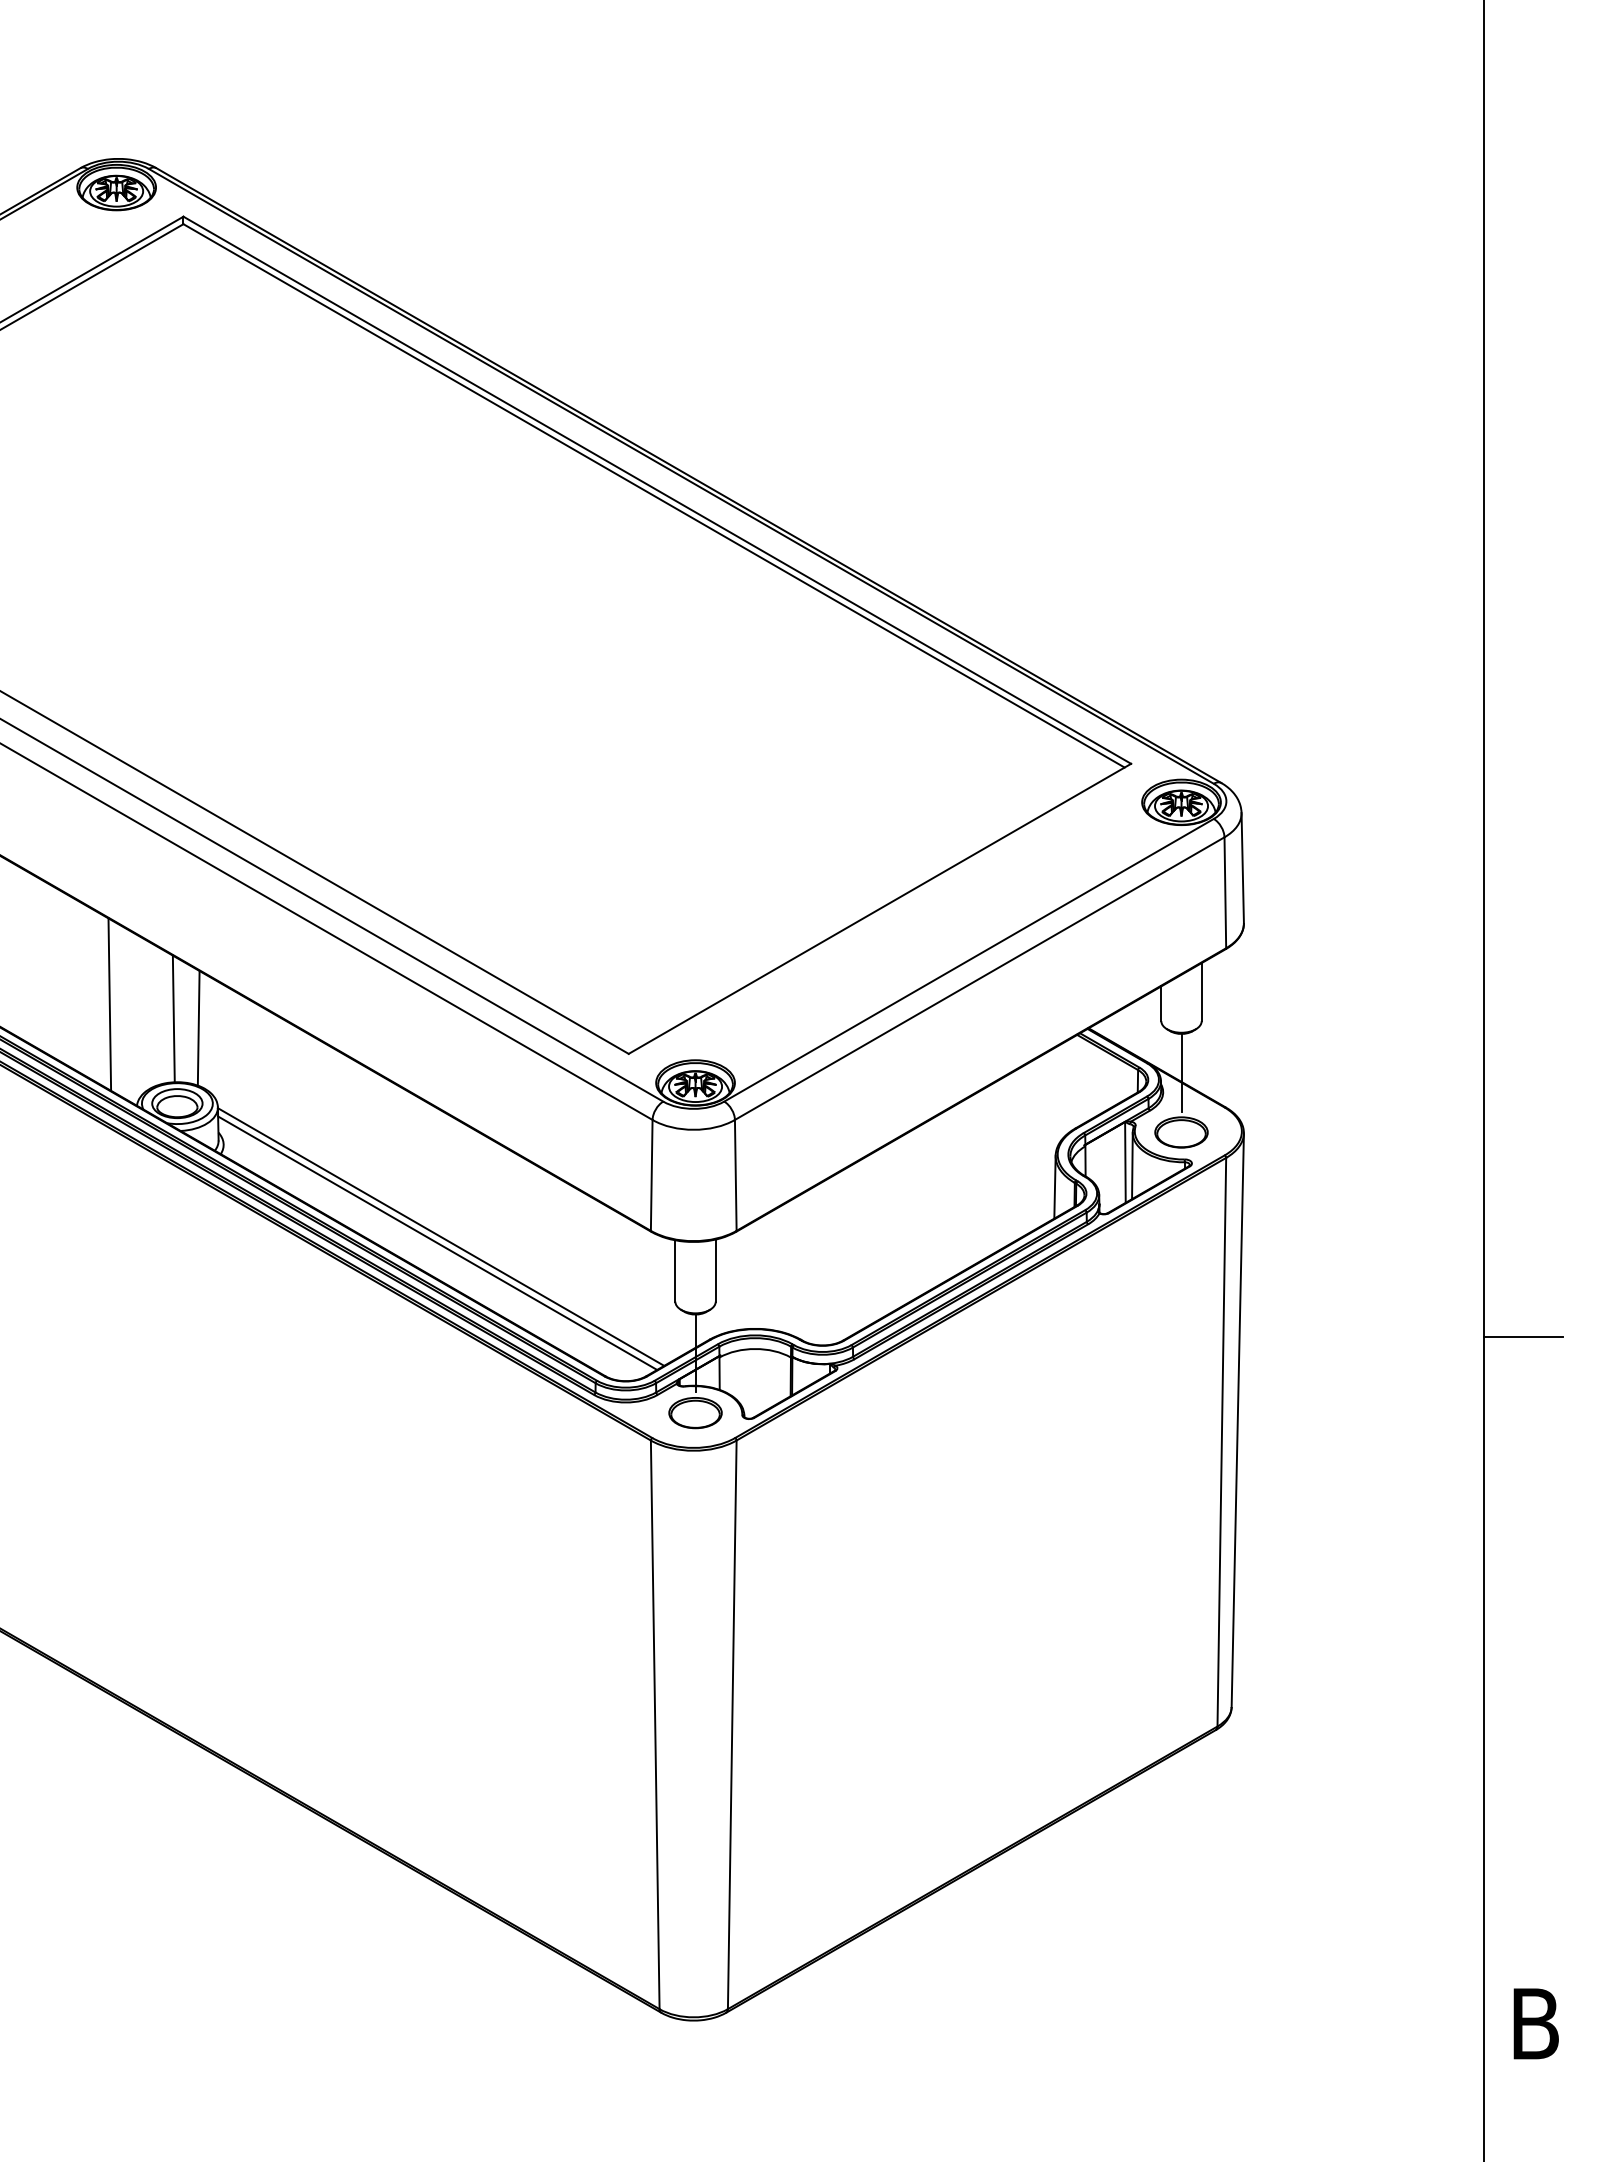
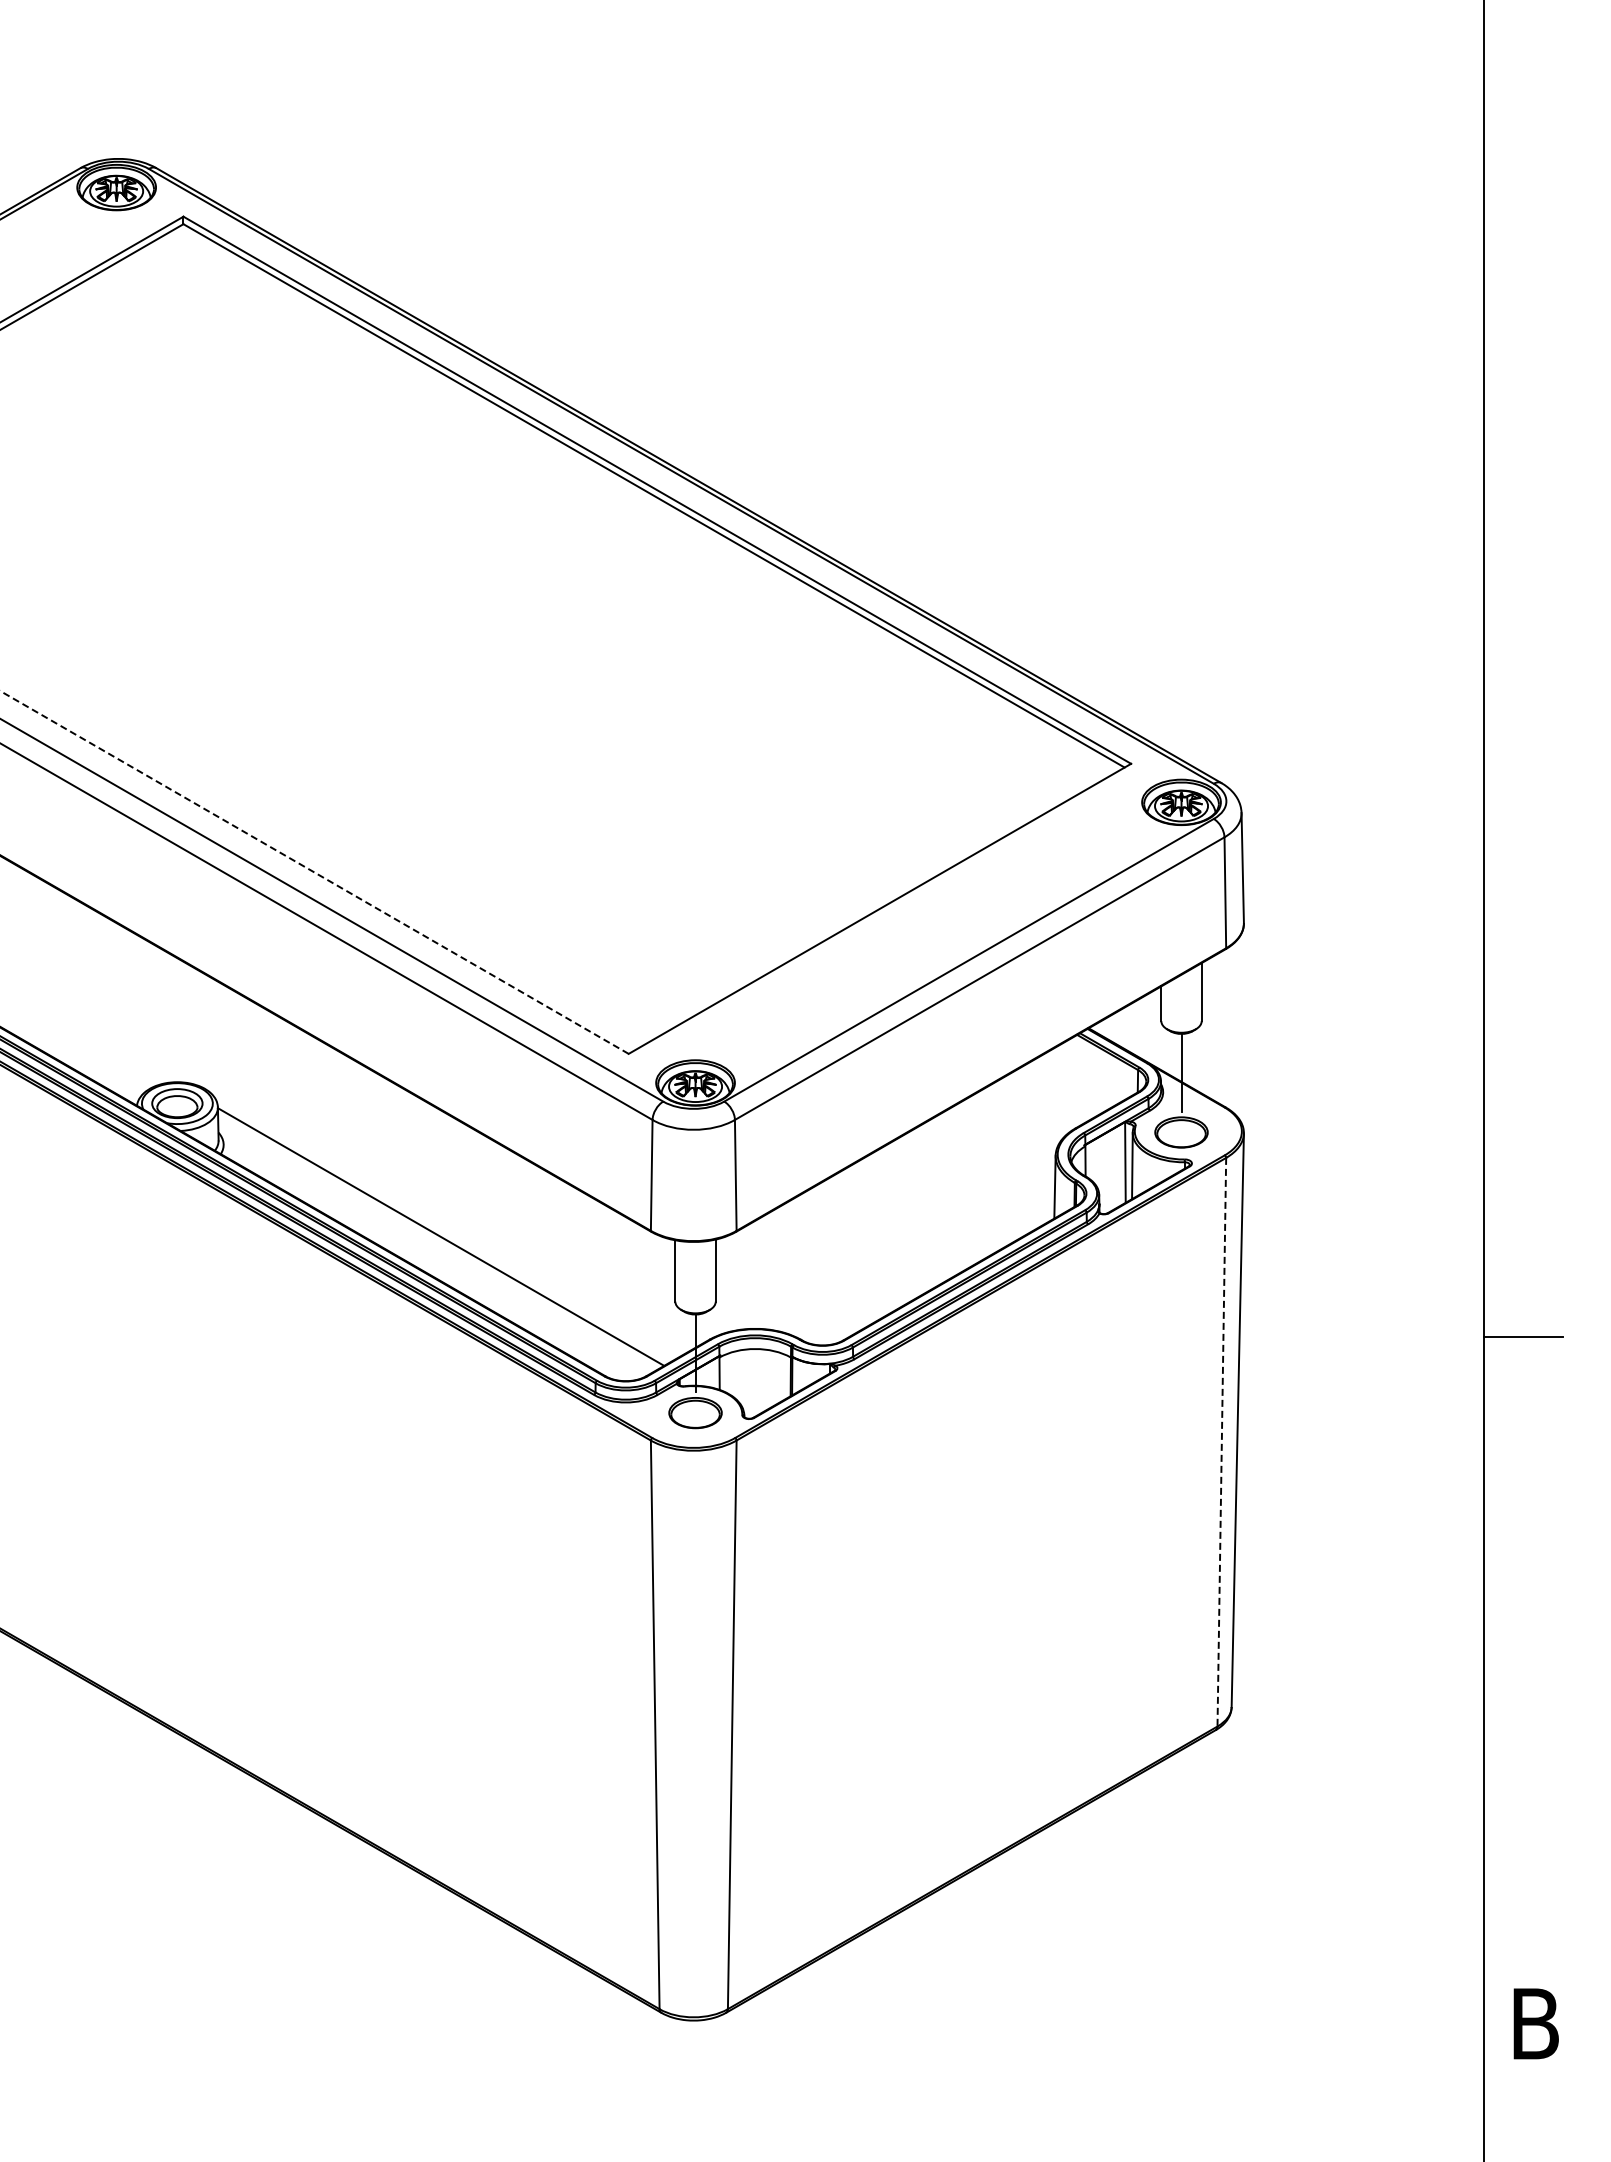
line at (314, 872): solid -> dashed
line at (109, 1004): present -> none
line at (173, 1018): present -> none
line at (198, 1028): present -> none
line at (437, 1242): present -> none
line at (1221, 1442): solid -> dashed
